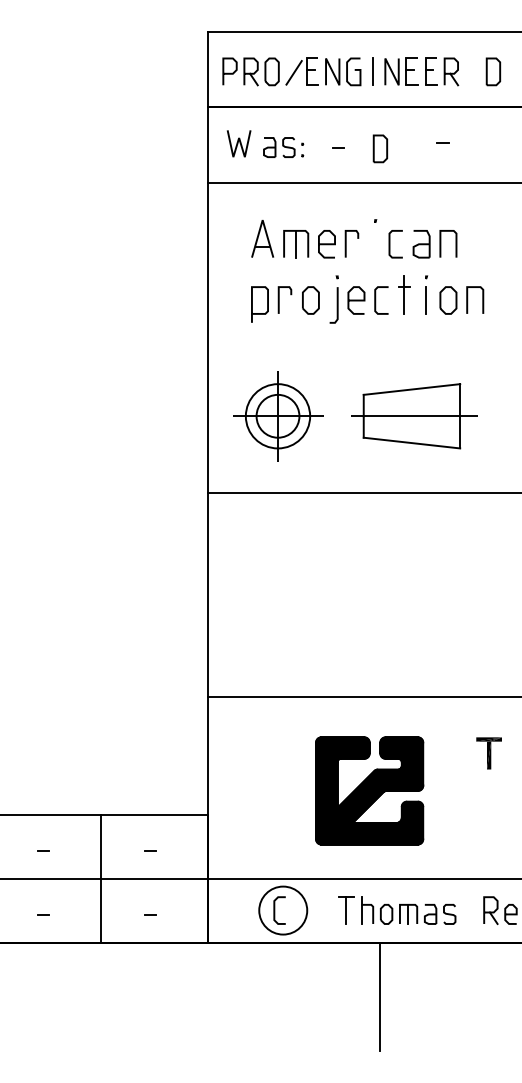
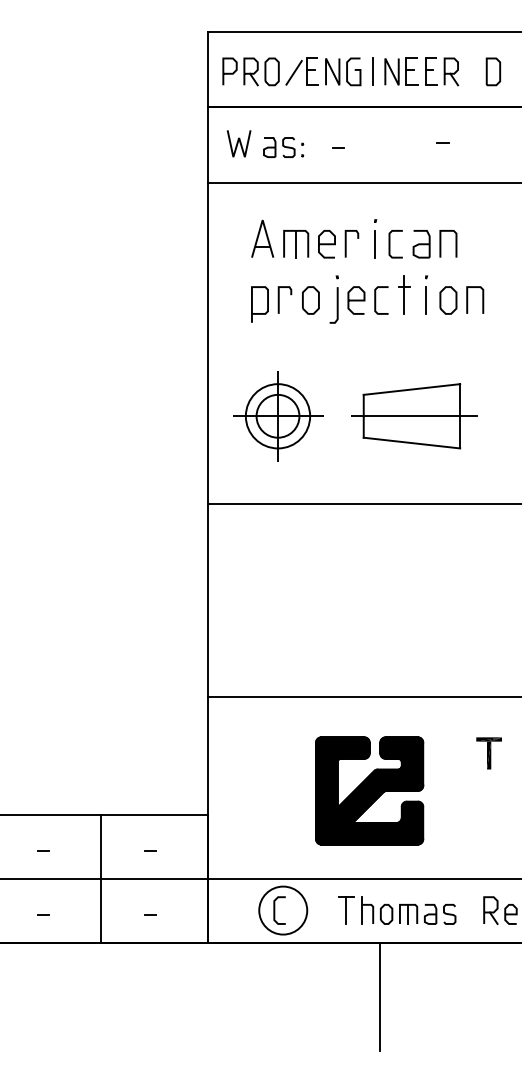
part at (380, 148): present -> none
line at (375, 243): none -> present
line at (363, 492) position: (363, 492) -> (363, 503)
